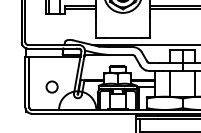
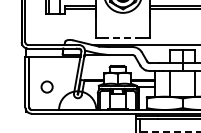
line at (123, 38): solid -> dashed
circle at (51, 86) position: (51, 86) -> (46, 86)
line at (169, 132): solid -> dashed
